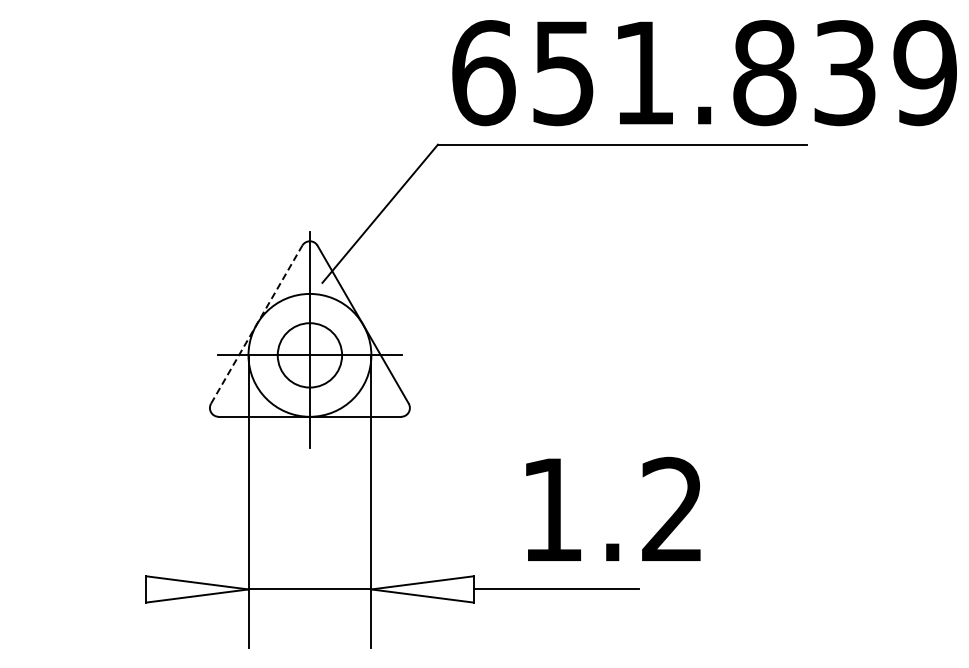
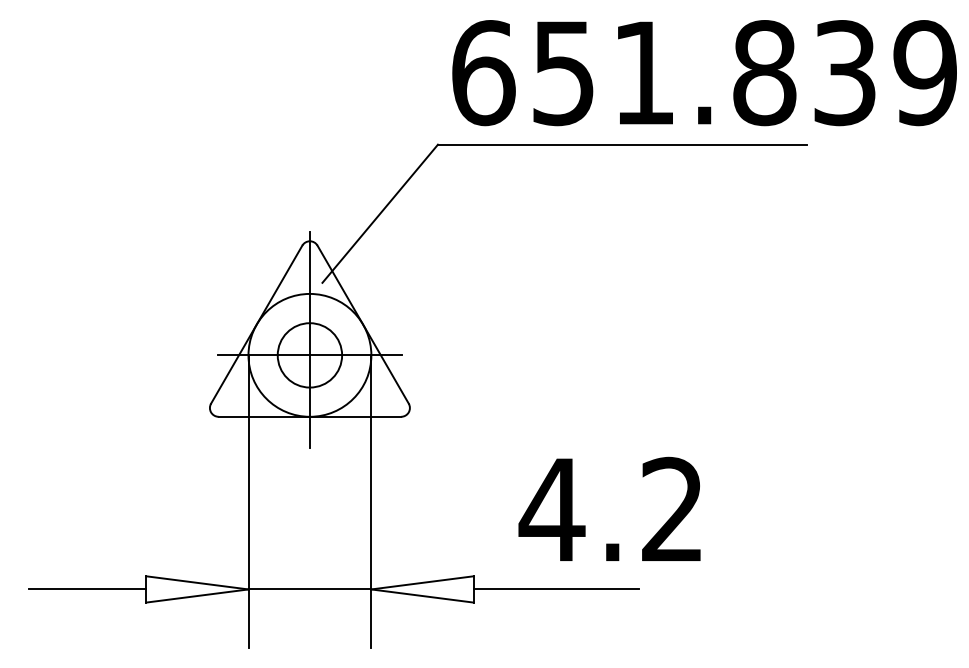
line at (256, 324): dashed -> solid
text at (551, 509): 1.2 -> 4.2
line at (87, 589): none -> present
